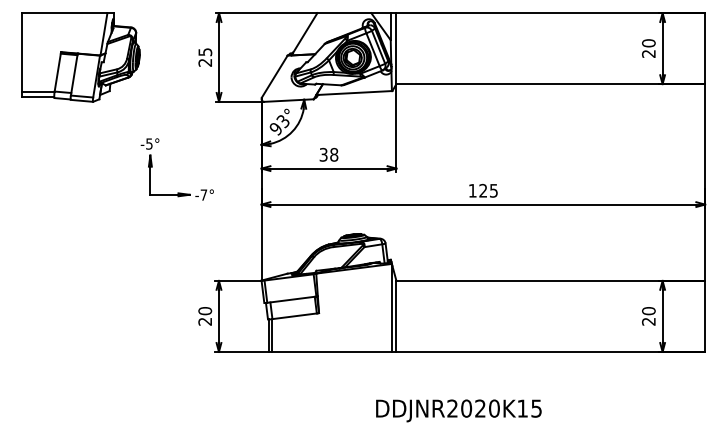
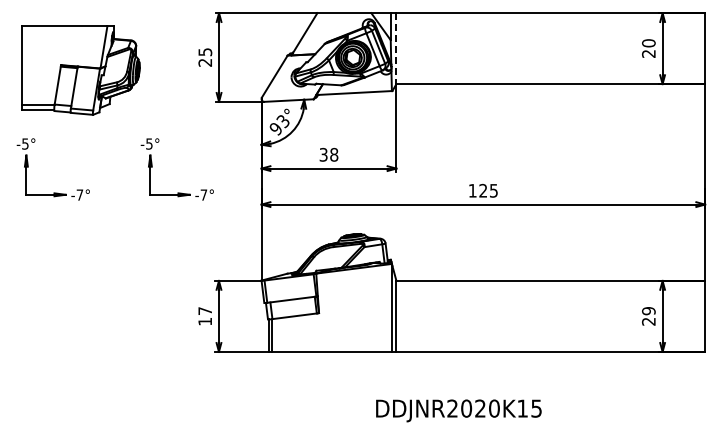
line at (396, 49): solid -> dashed
part at (80, 57) position: (80, 57) -> (80, 70)
part at (53, 192): none -> present
text at (648, 311): 20 -> 29
text at (205, 316): 20 -> 17
